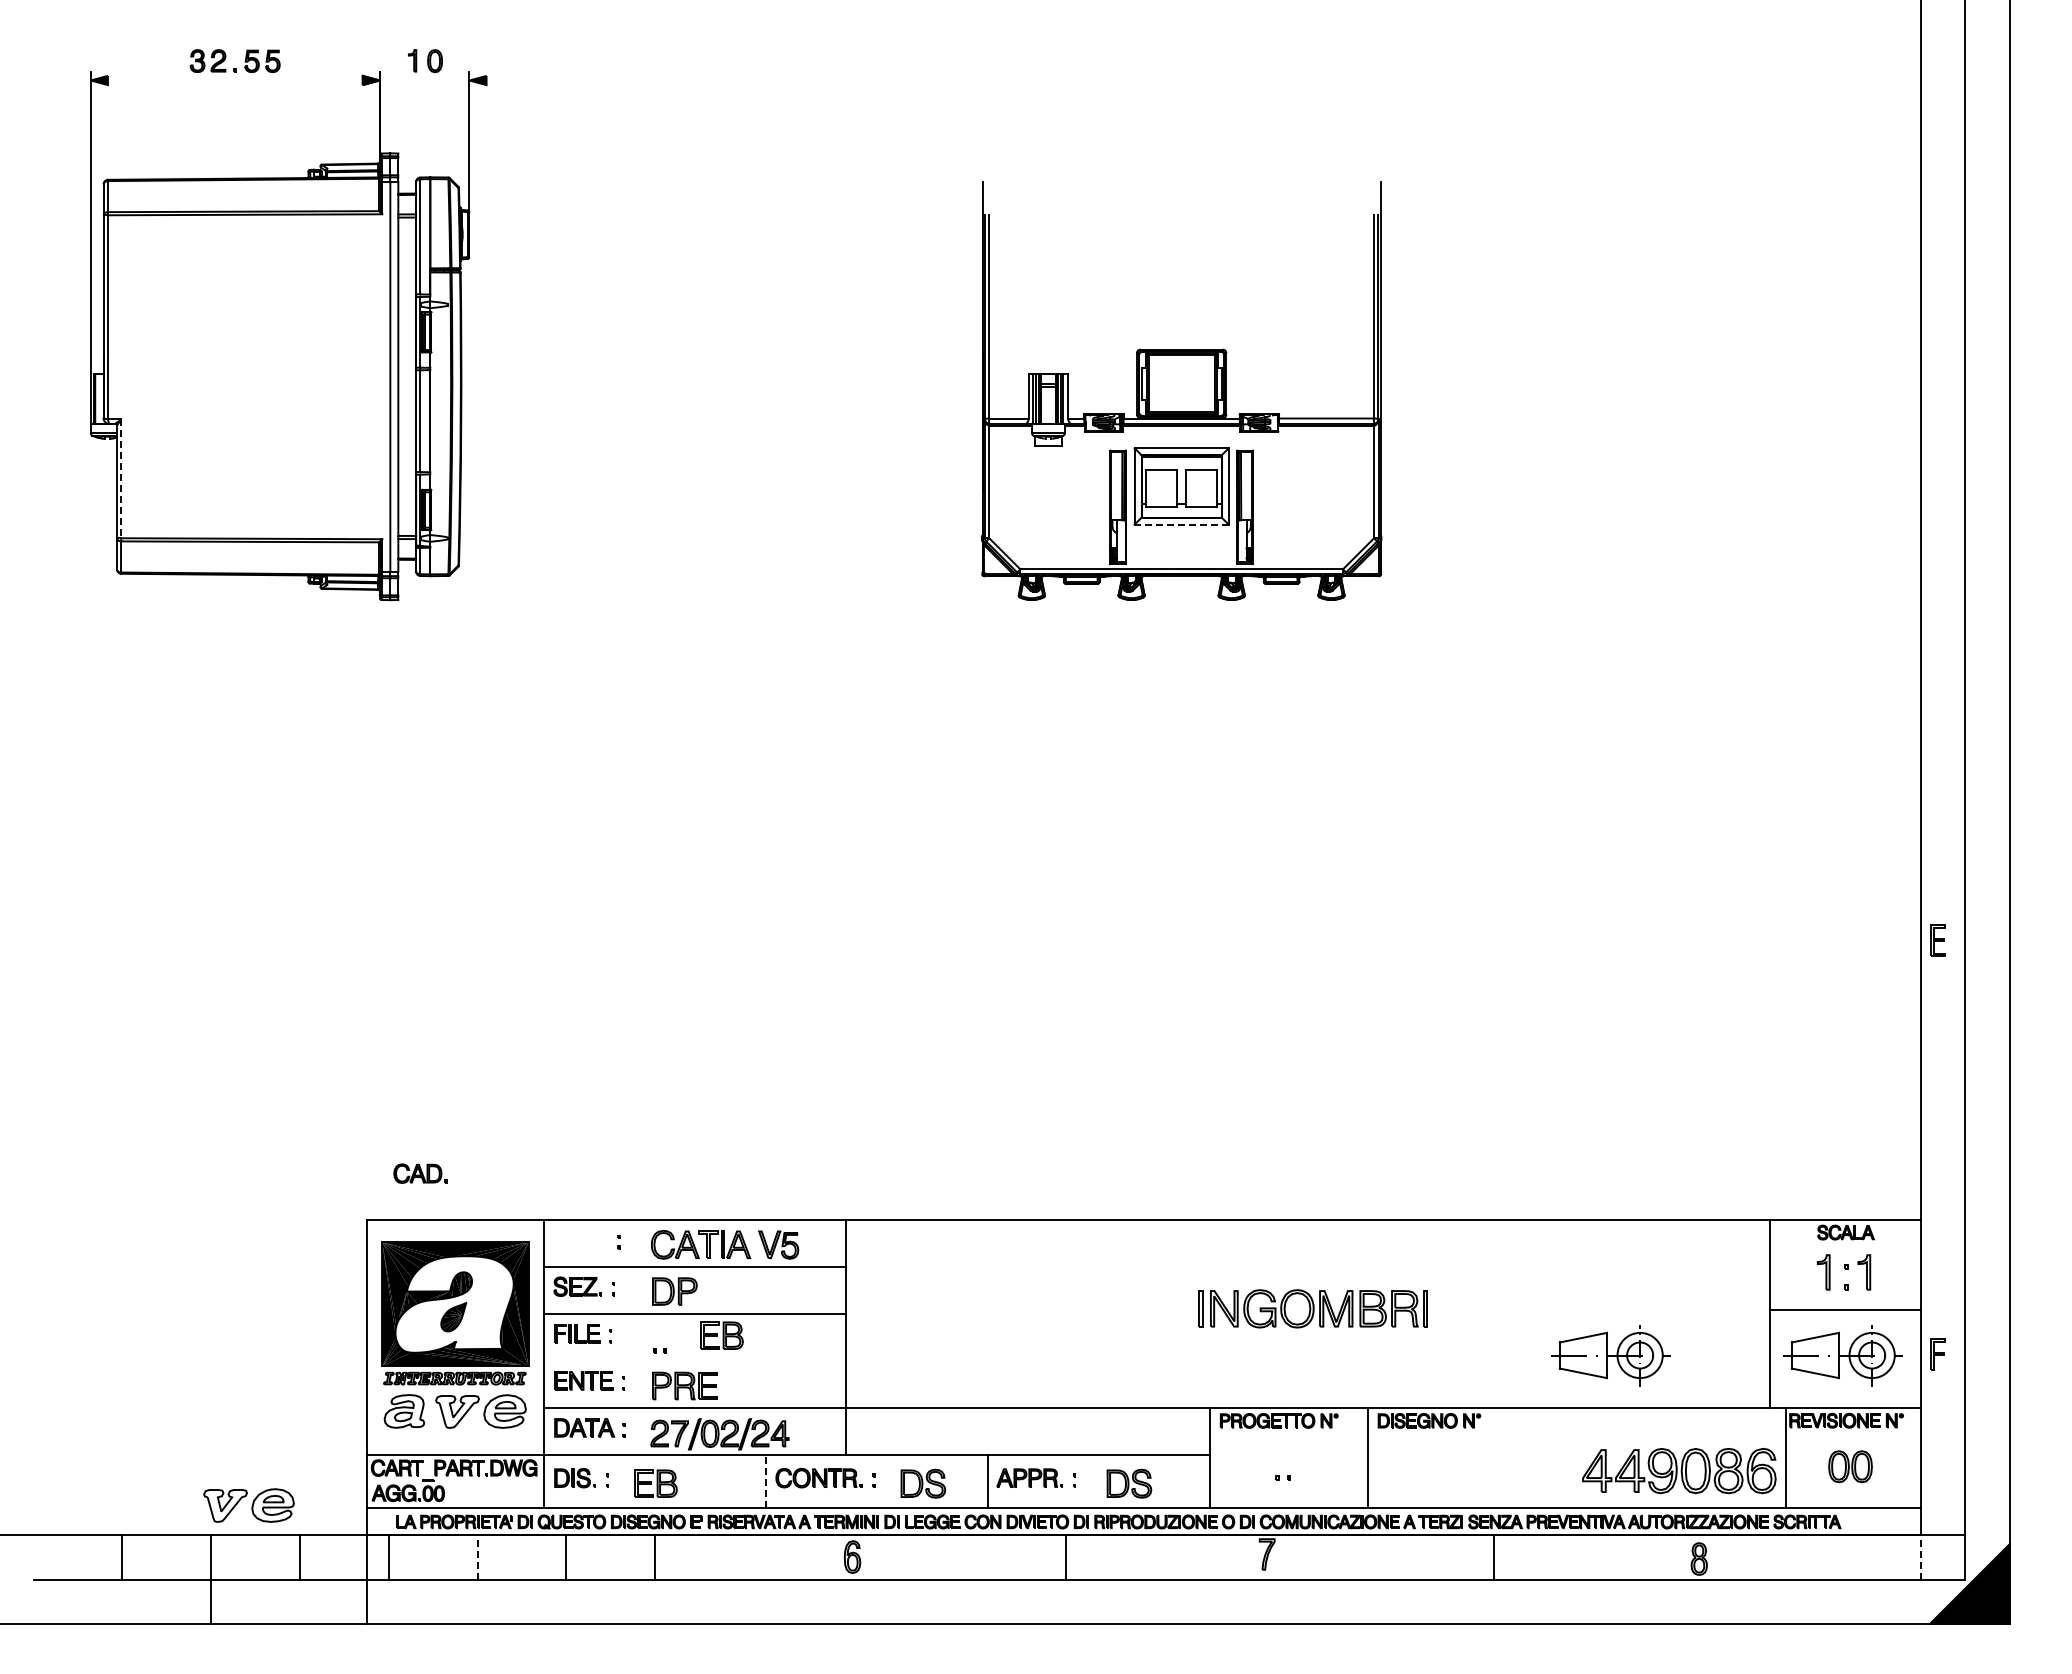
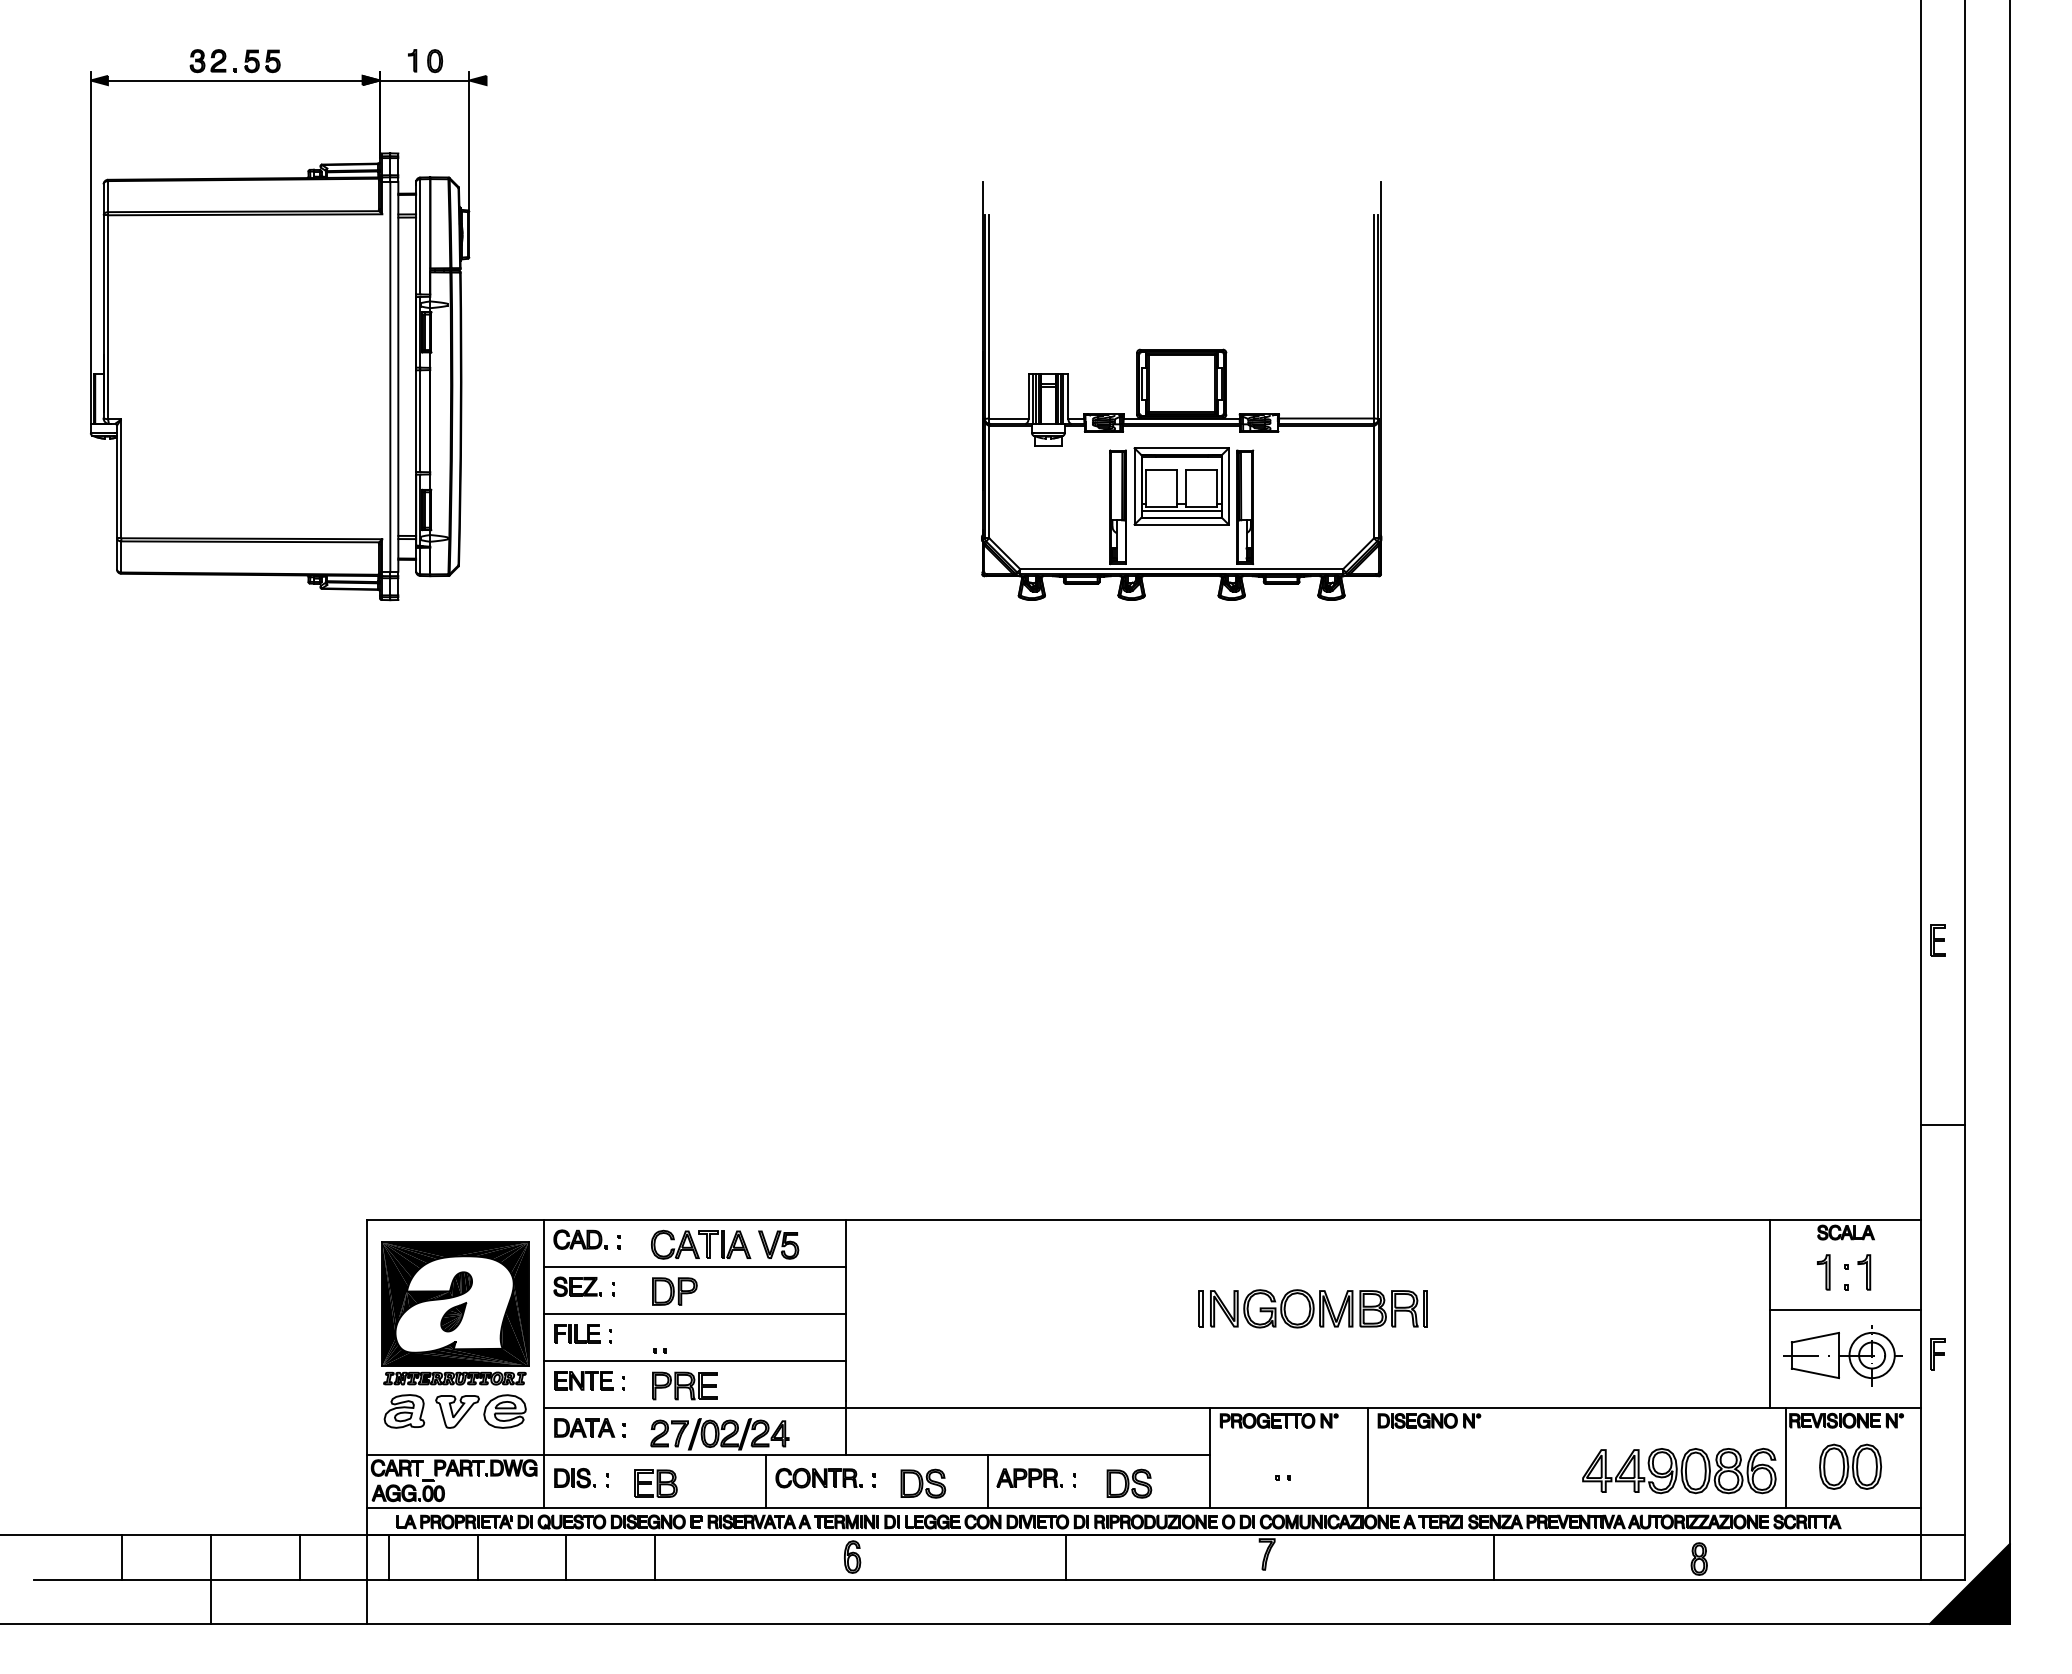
line at (234, 80): none -> present
line at (424, 80): none -> present
line at (121, 479): dashed -> solid
line at (1181, 510): none -> present
line at (1181, 524): dashed -> solid
line at (1943, 1125): none -> present
part at (420, 1173) position: (420, 1173) -> (580, 1239)
part at (721, 1335): present -> none
part at (1610, 1355): present -> none
line at (695, 1361): none -> present
part at (1850, 1466) size: 45x34 px -> 63x47 px
line at (766, 1481): dashed -> solid
part at (248, 1505): present -> none
line at (477, 1556): dashed -> solid
line at (1921, 1556): dashed -> solid
